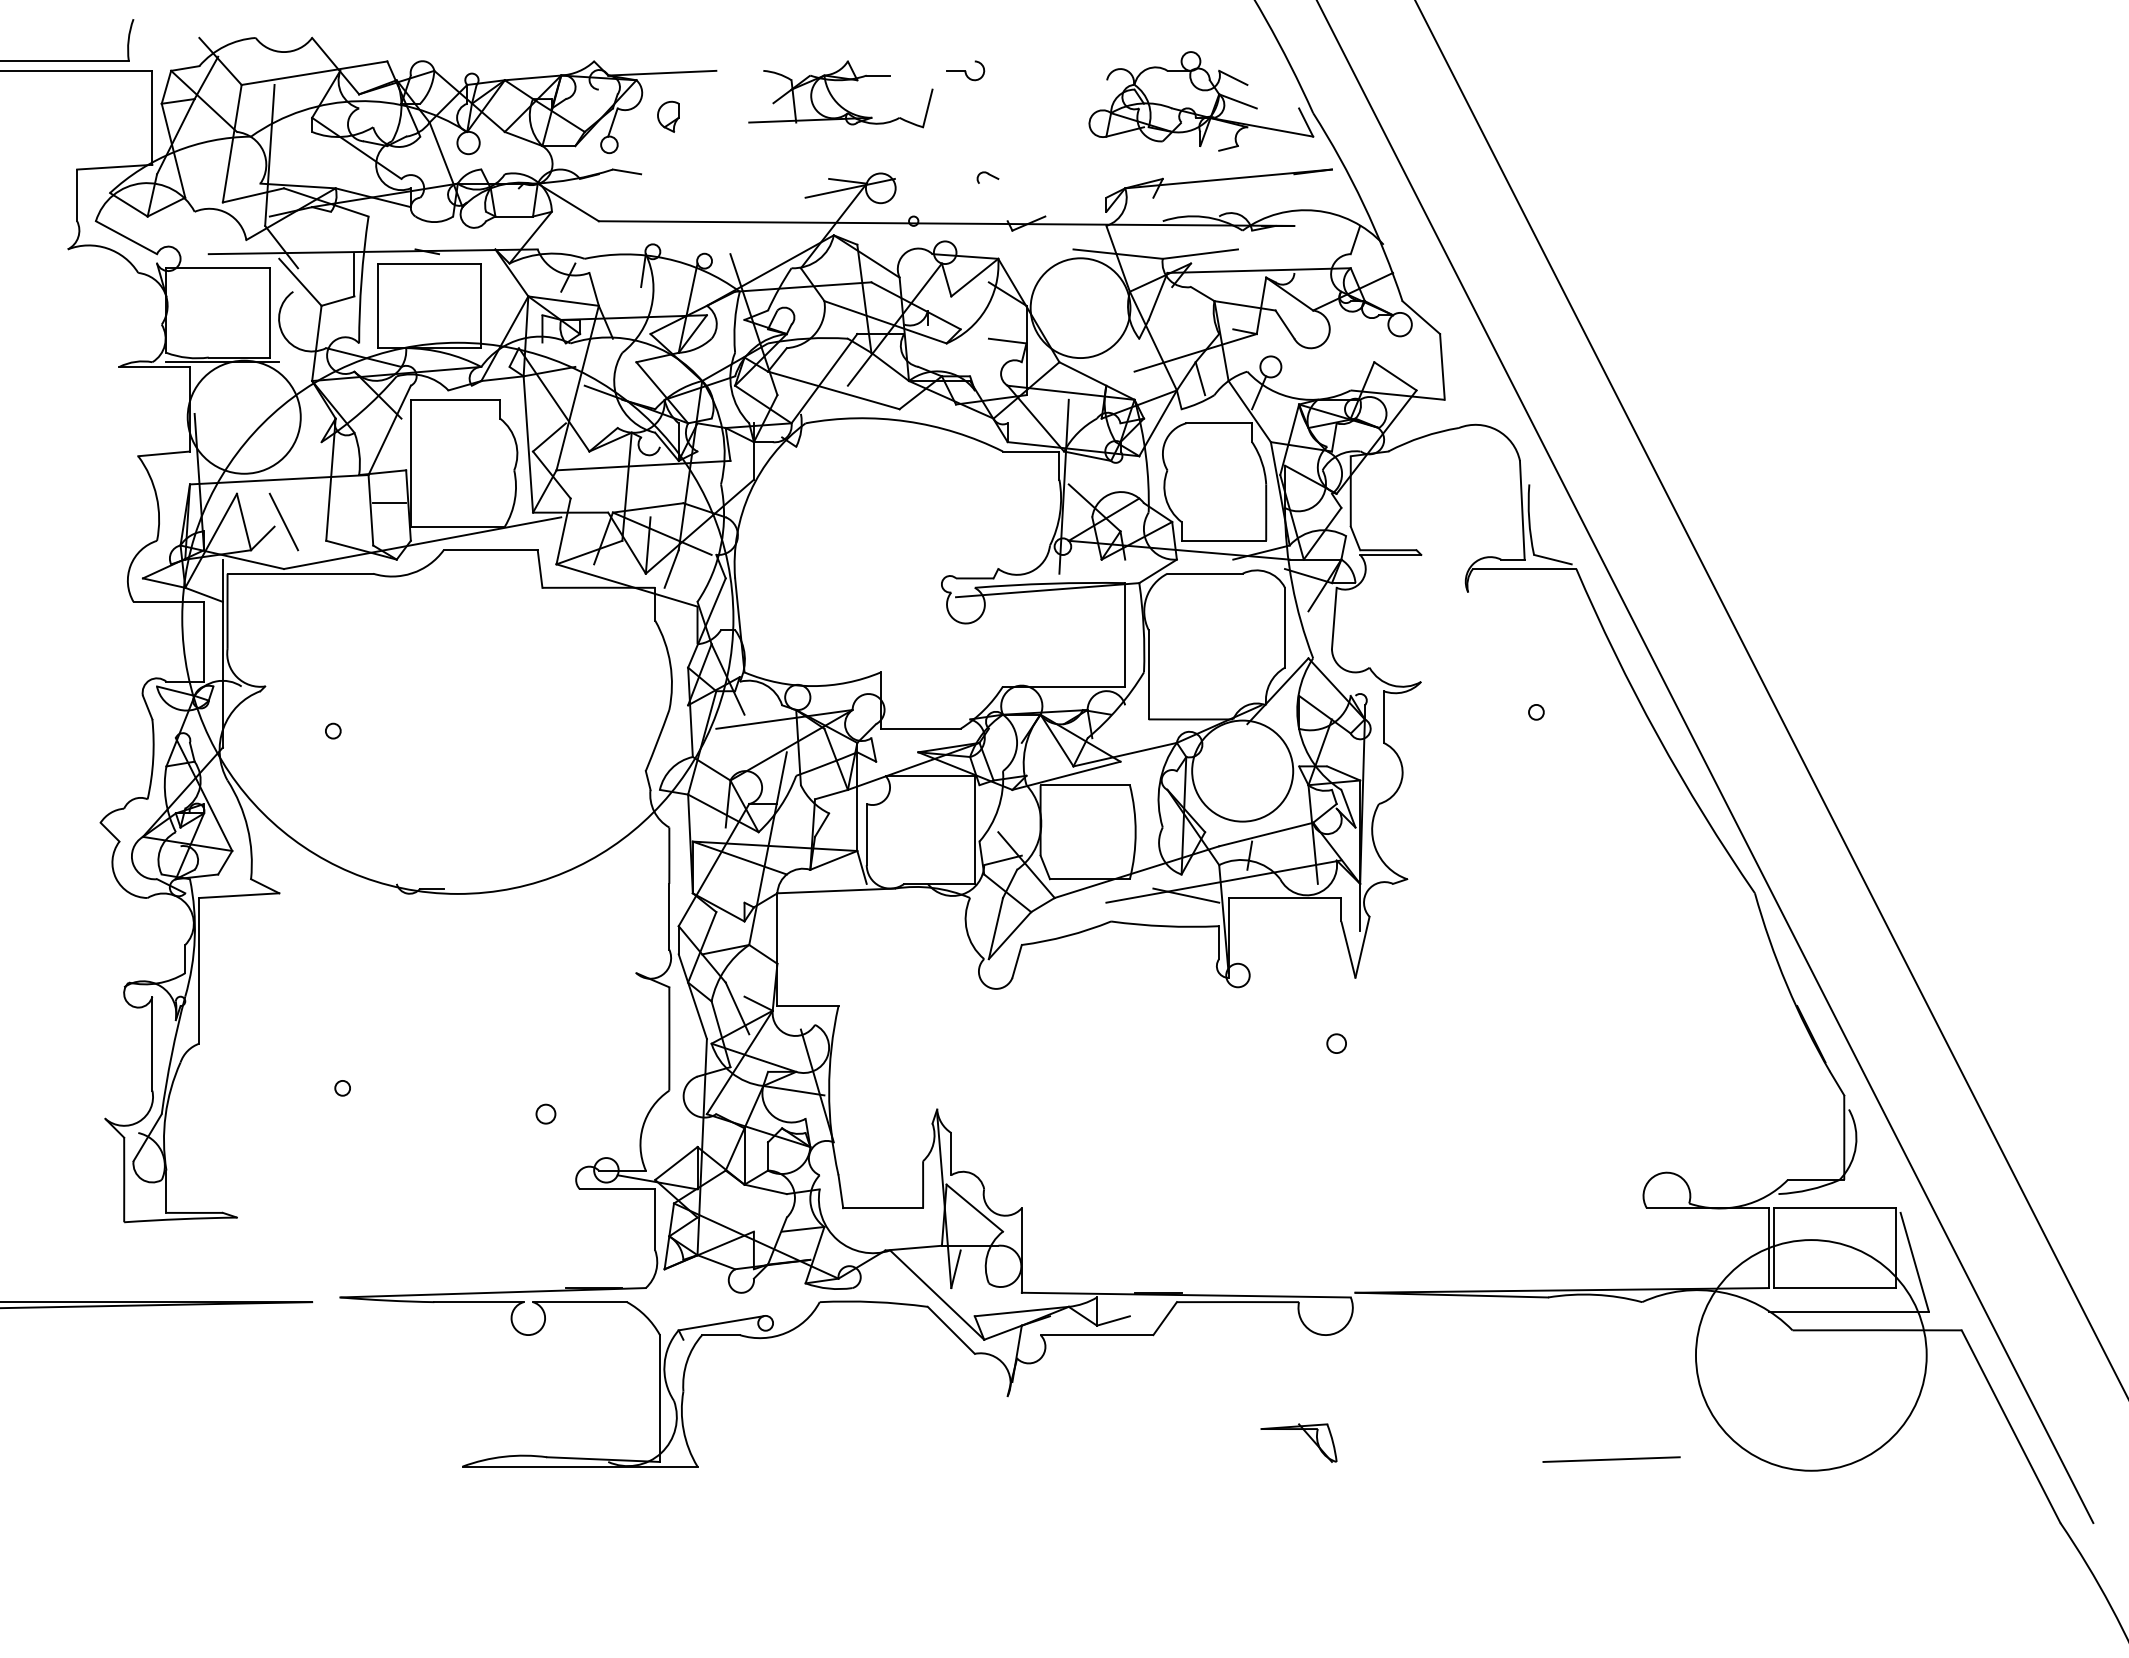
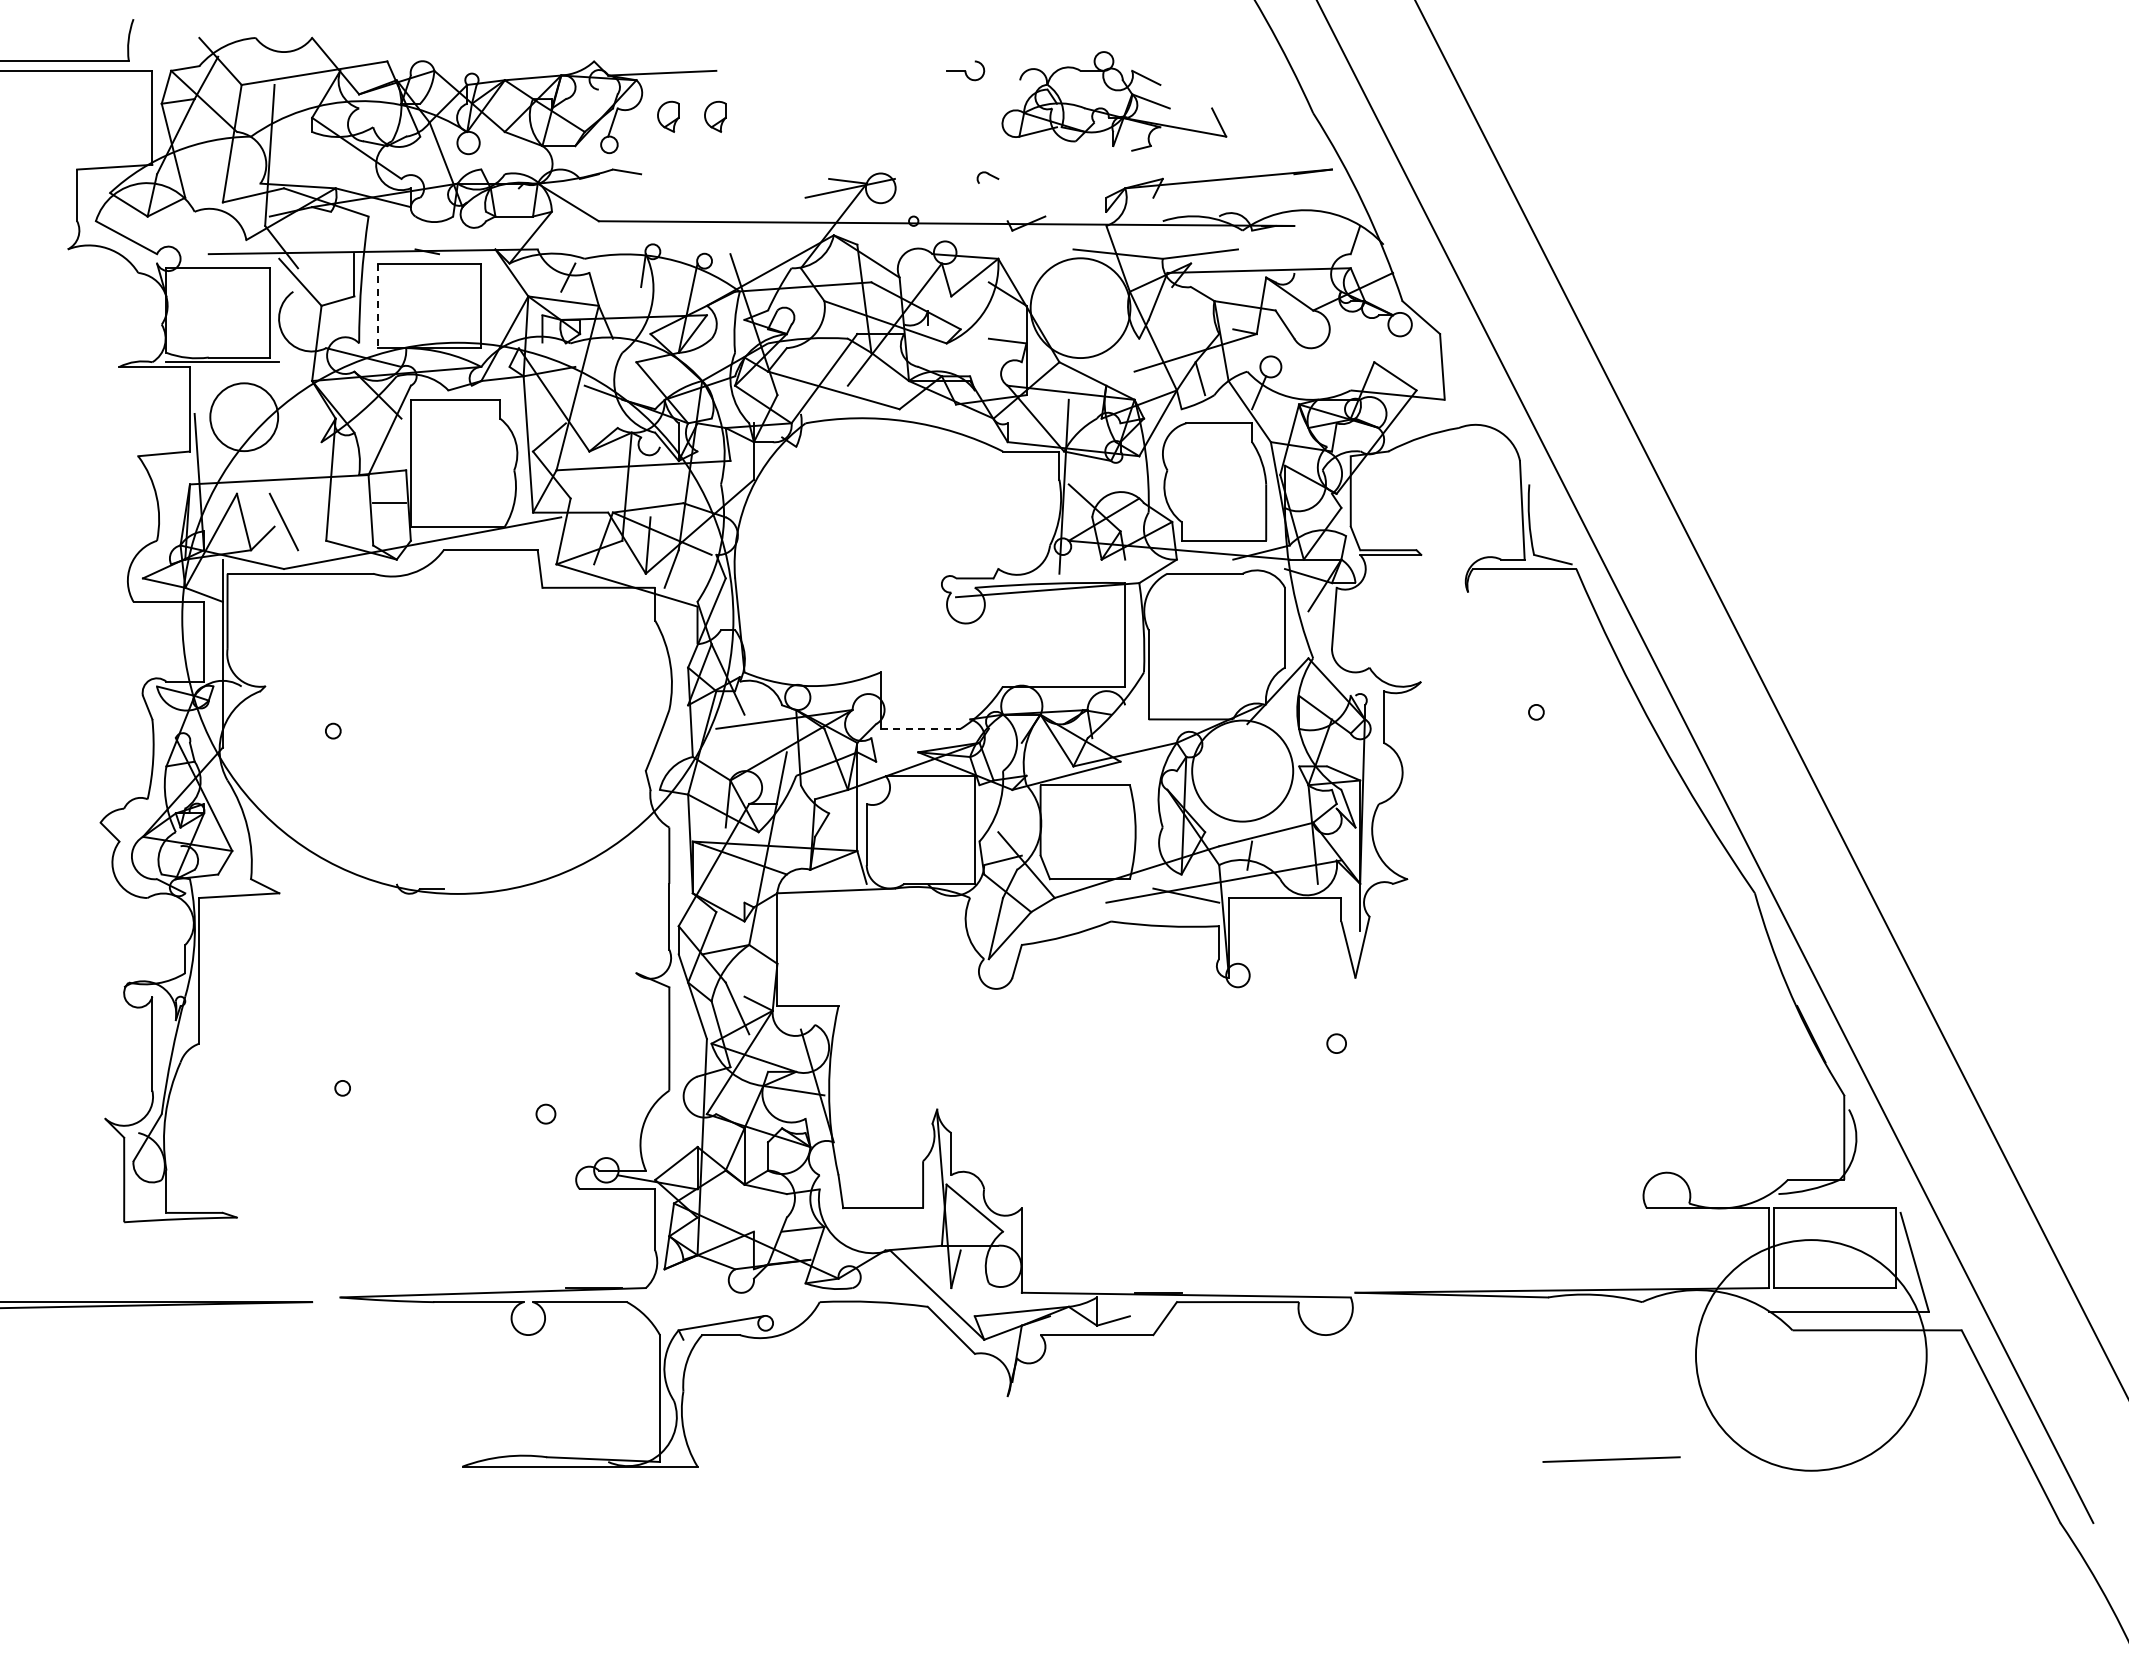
part at (835, 99): present -> none
part at (1201, 101) position: (1201, 101) -> (1114, 101)
part at (715, 116): none -> present
line at (377, 306): solid -> dashed
circle at (243, 416) diameter: 113 px -> 68 px
line at (920, 728): solid -> dashed
part at (1306, 1434): present -> none
